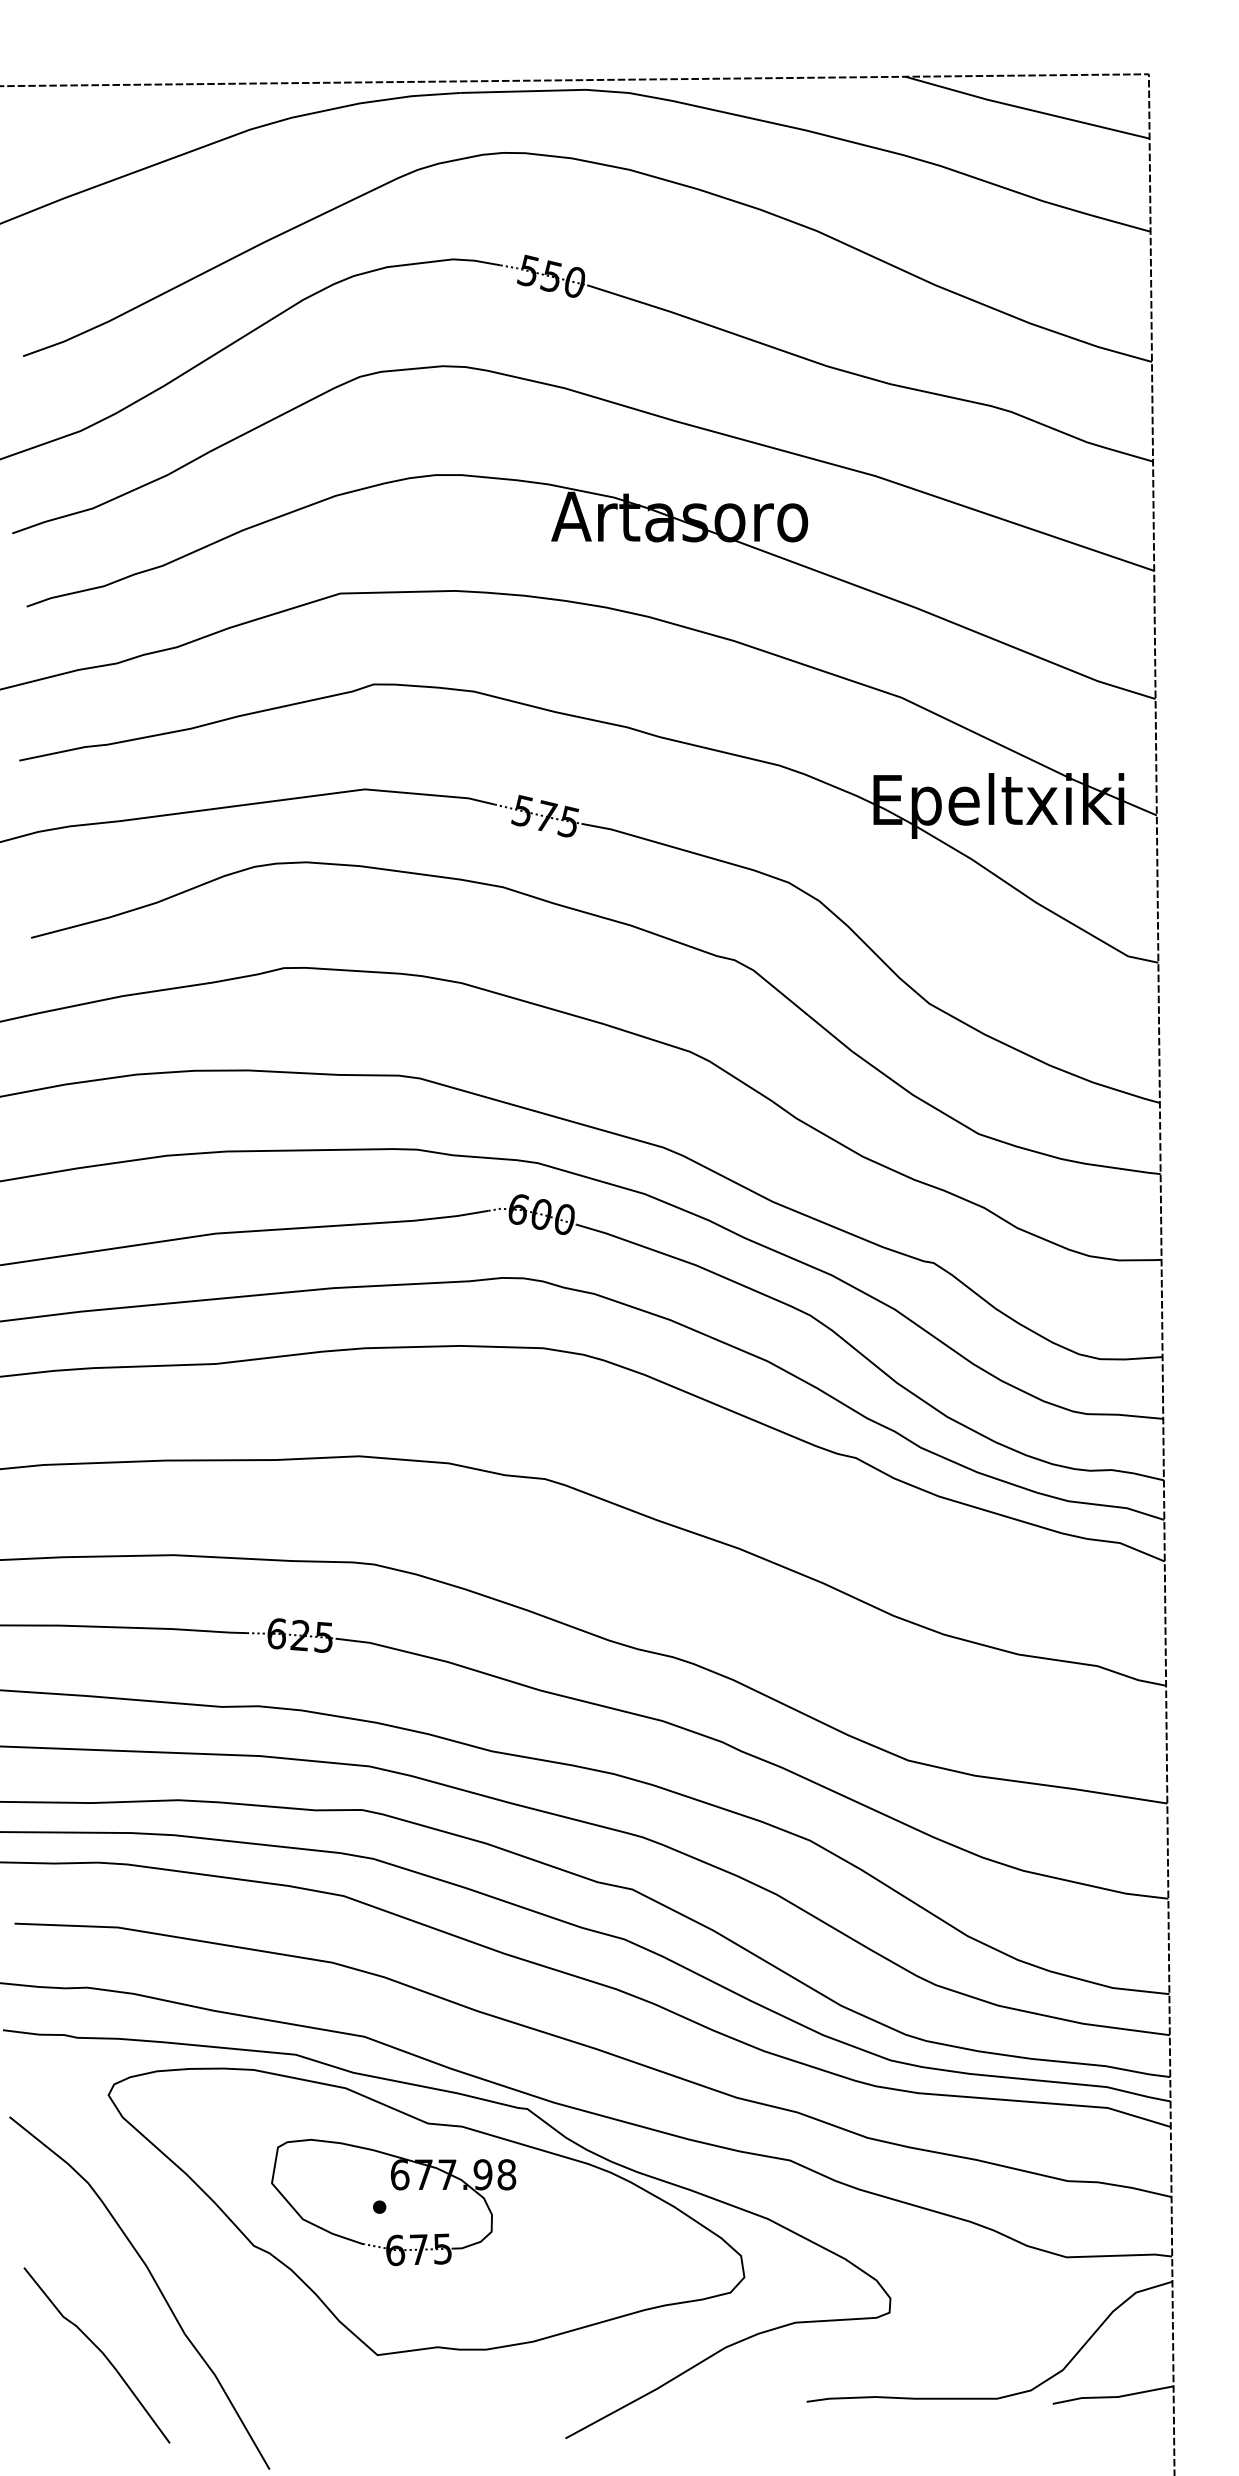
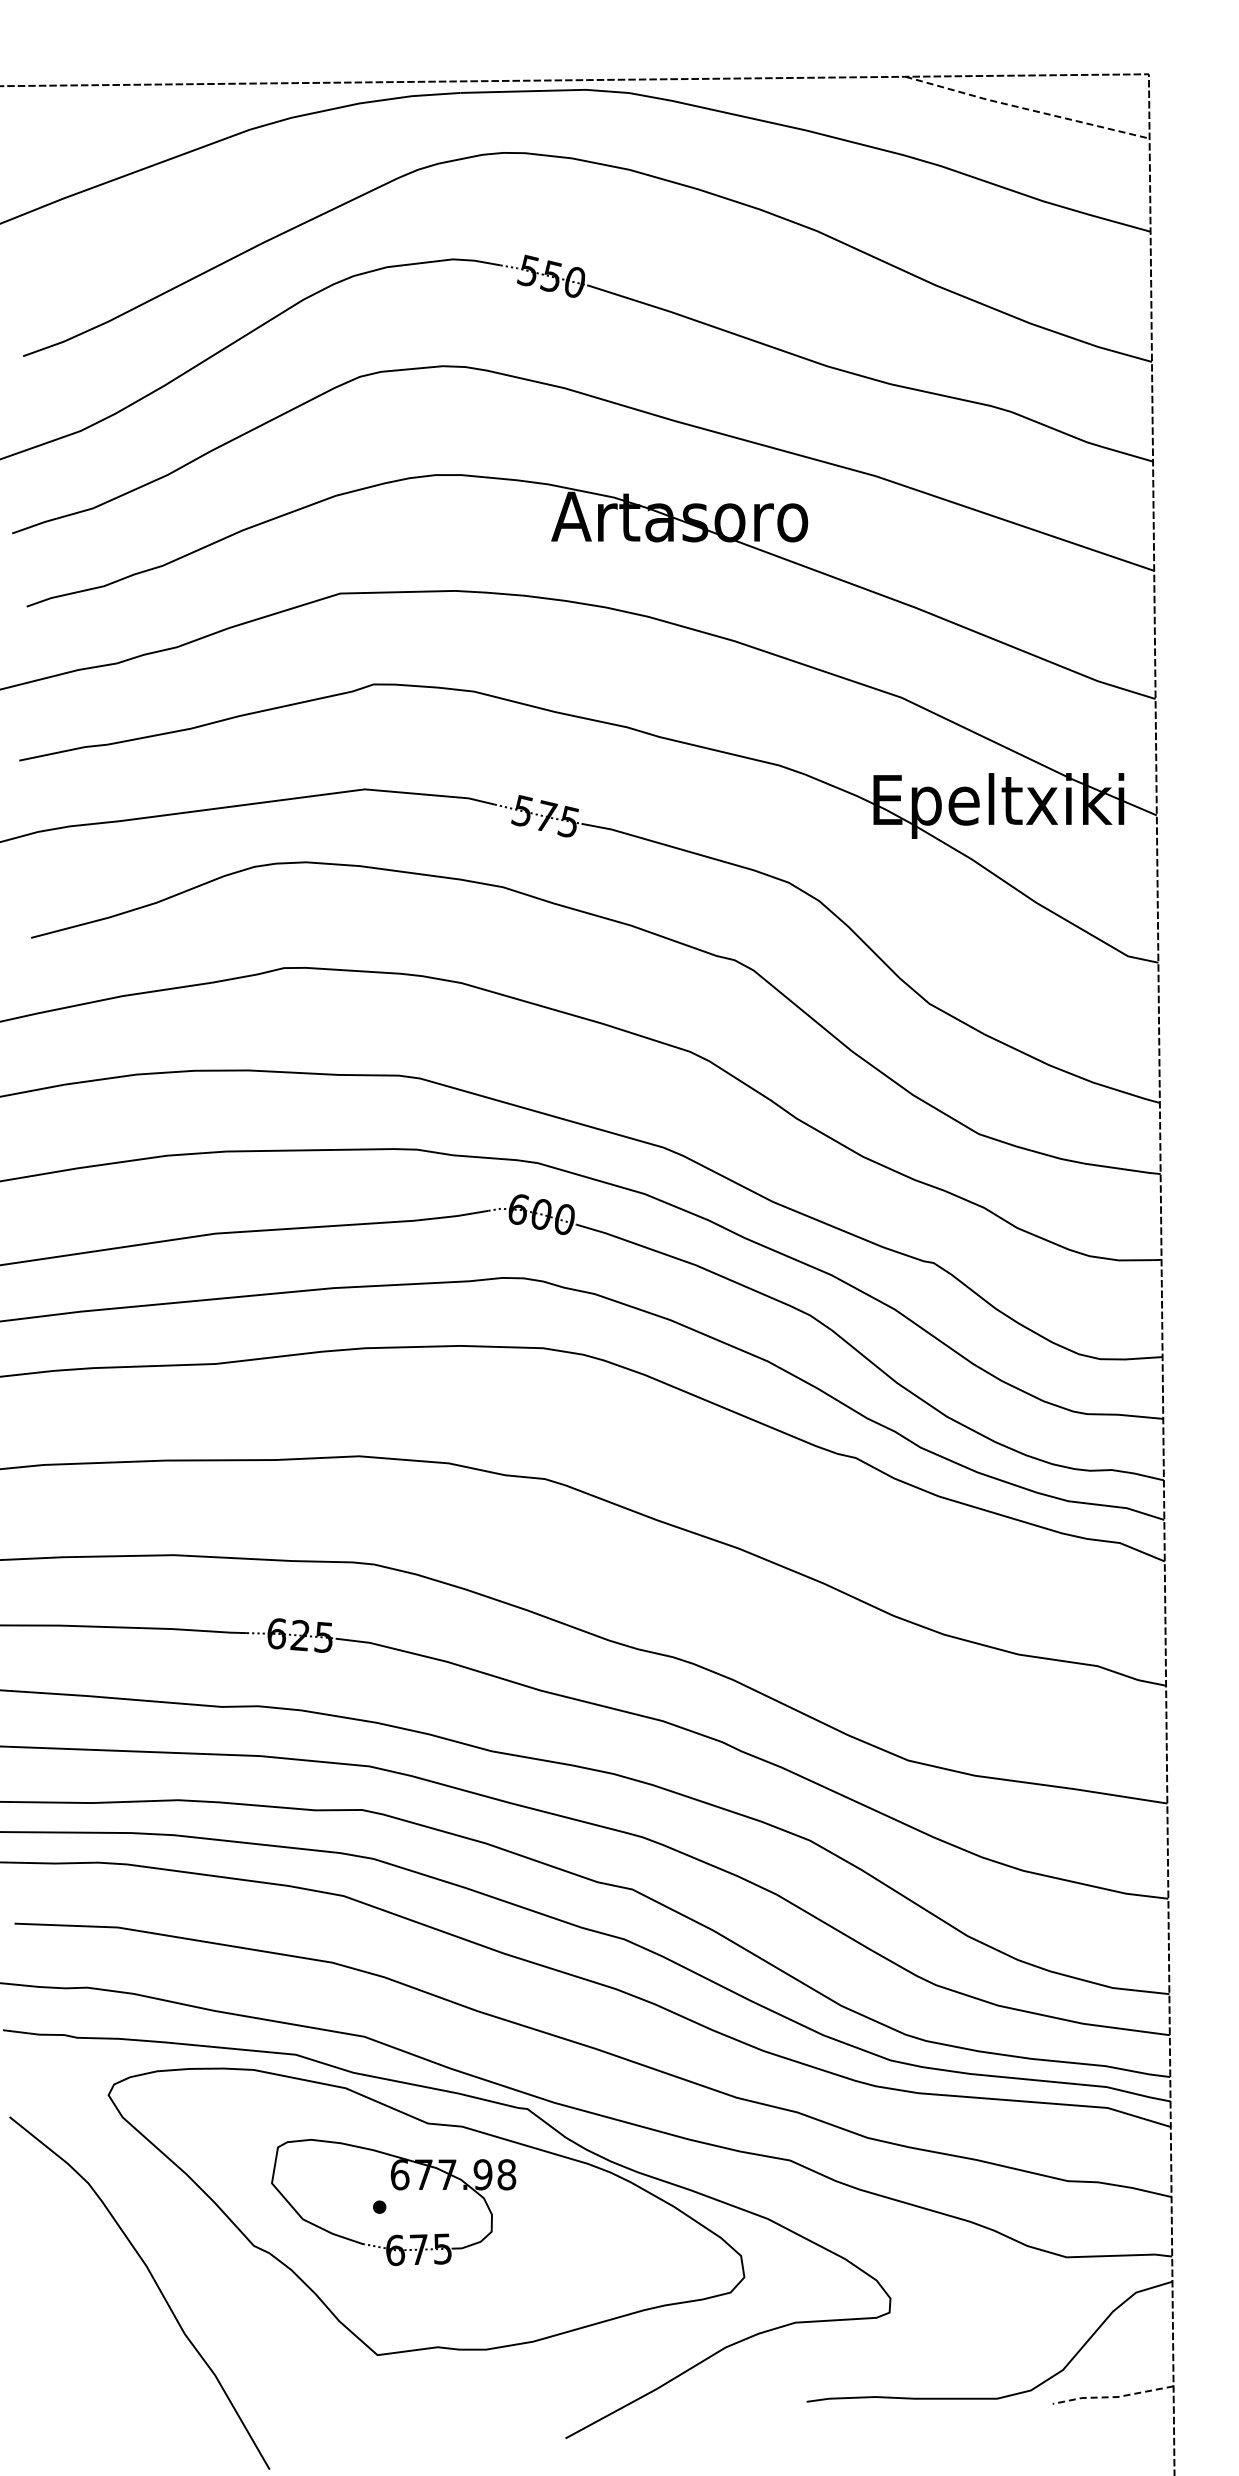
line at (1027, 109): solid -> dashed
curve at (99, 2351): present -> none
line at (1113, 2397): solid -> dashed
